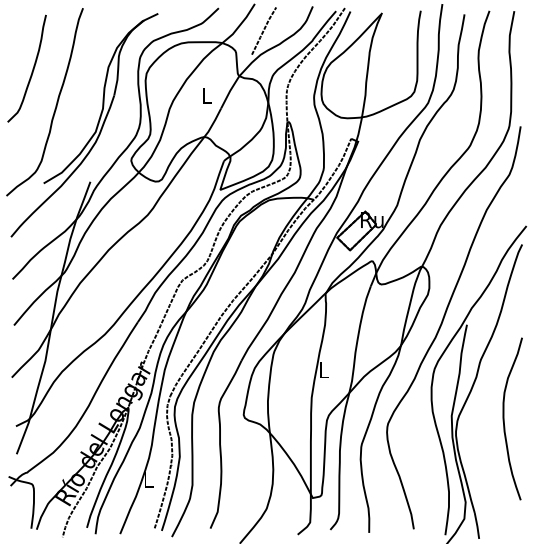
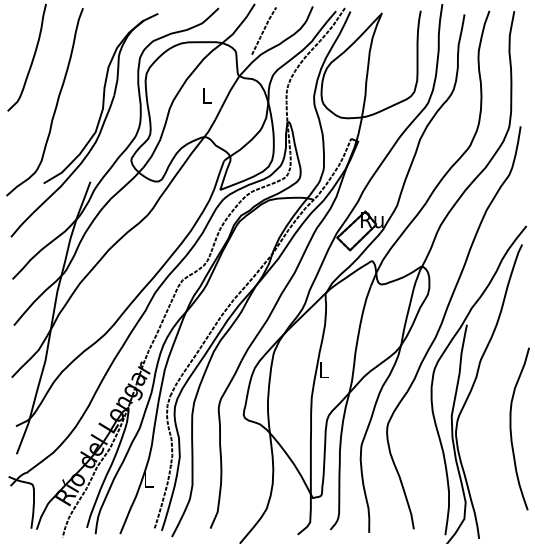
curve at (31, 71) position: (31, 71) -> (31, 60)
curve at (504, 418) position: (504, 418) -> (511, 428)
